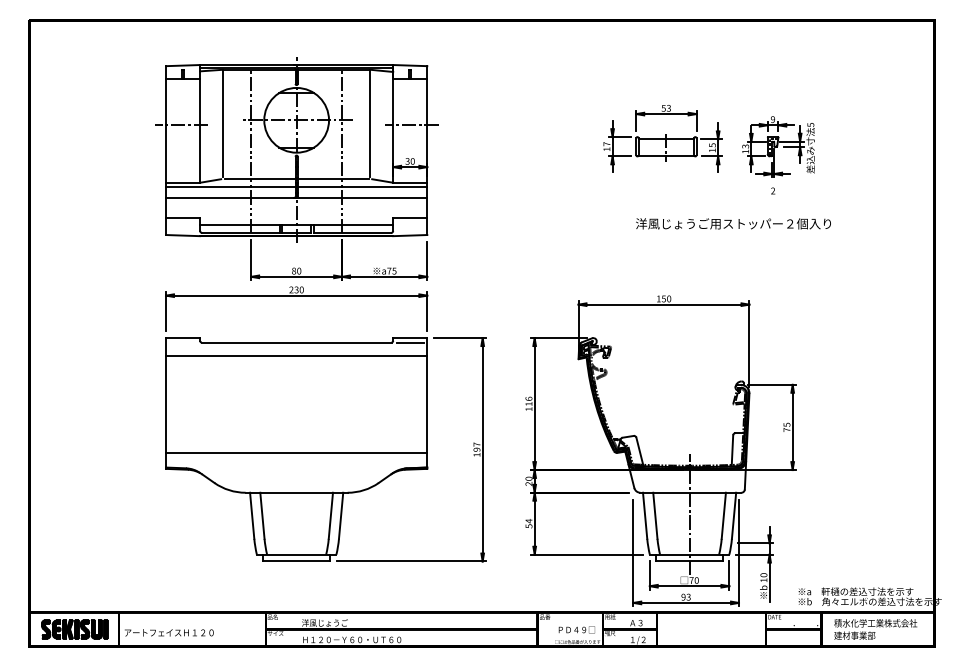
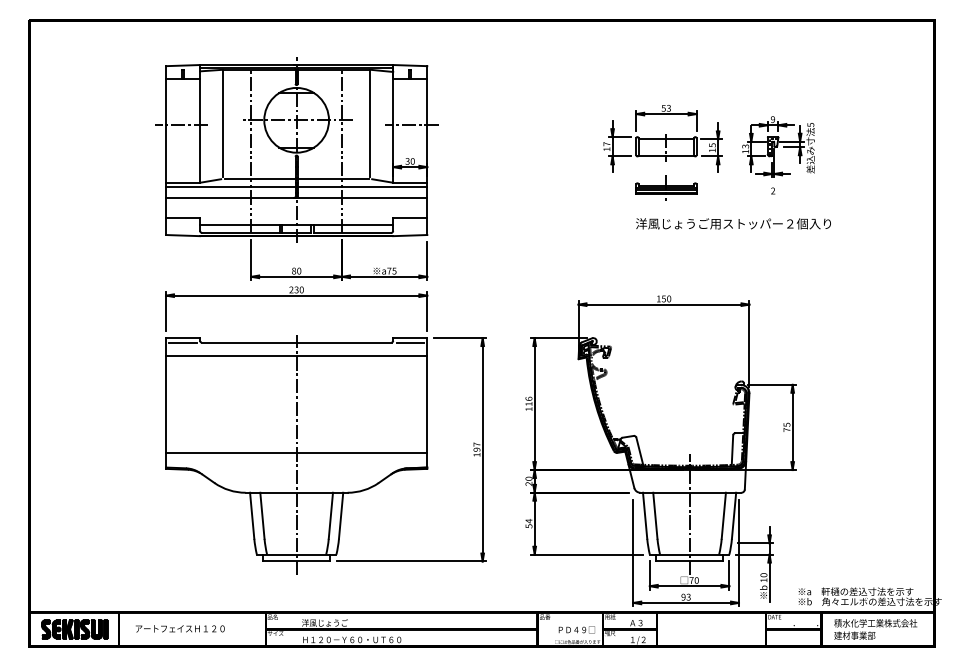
part at (666, 187): none -> present
line at (182, 343): none -> present
line at (296, 454): none -> present
text at (169, 632) position: (169, 632) -> (180, 628)
